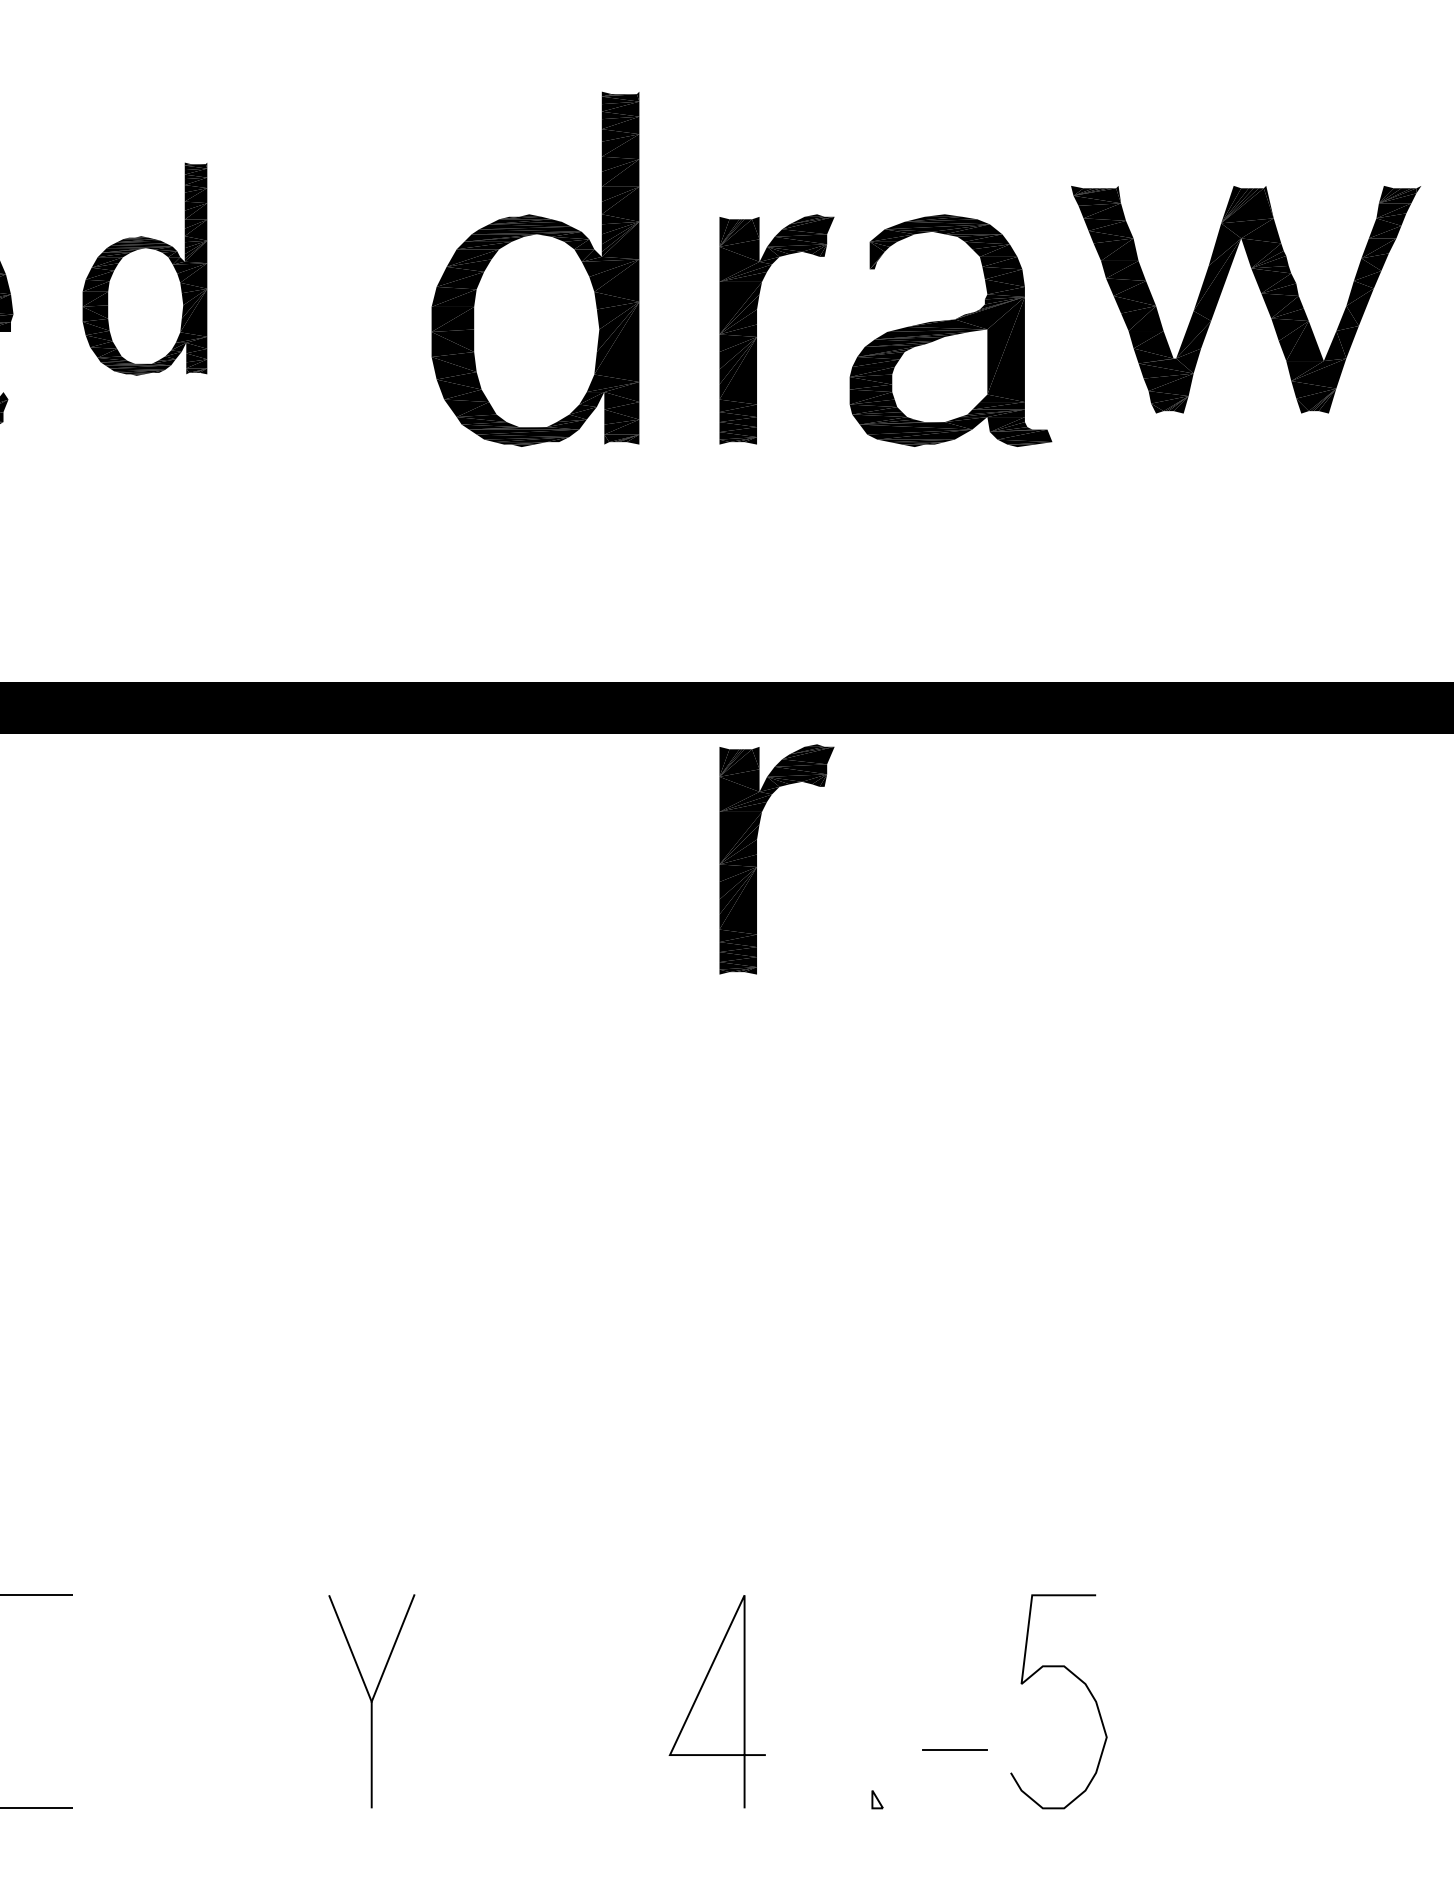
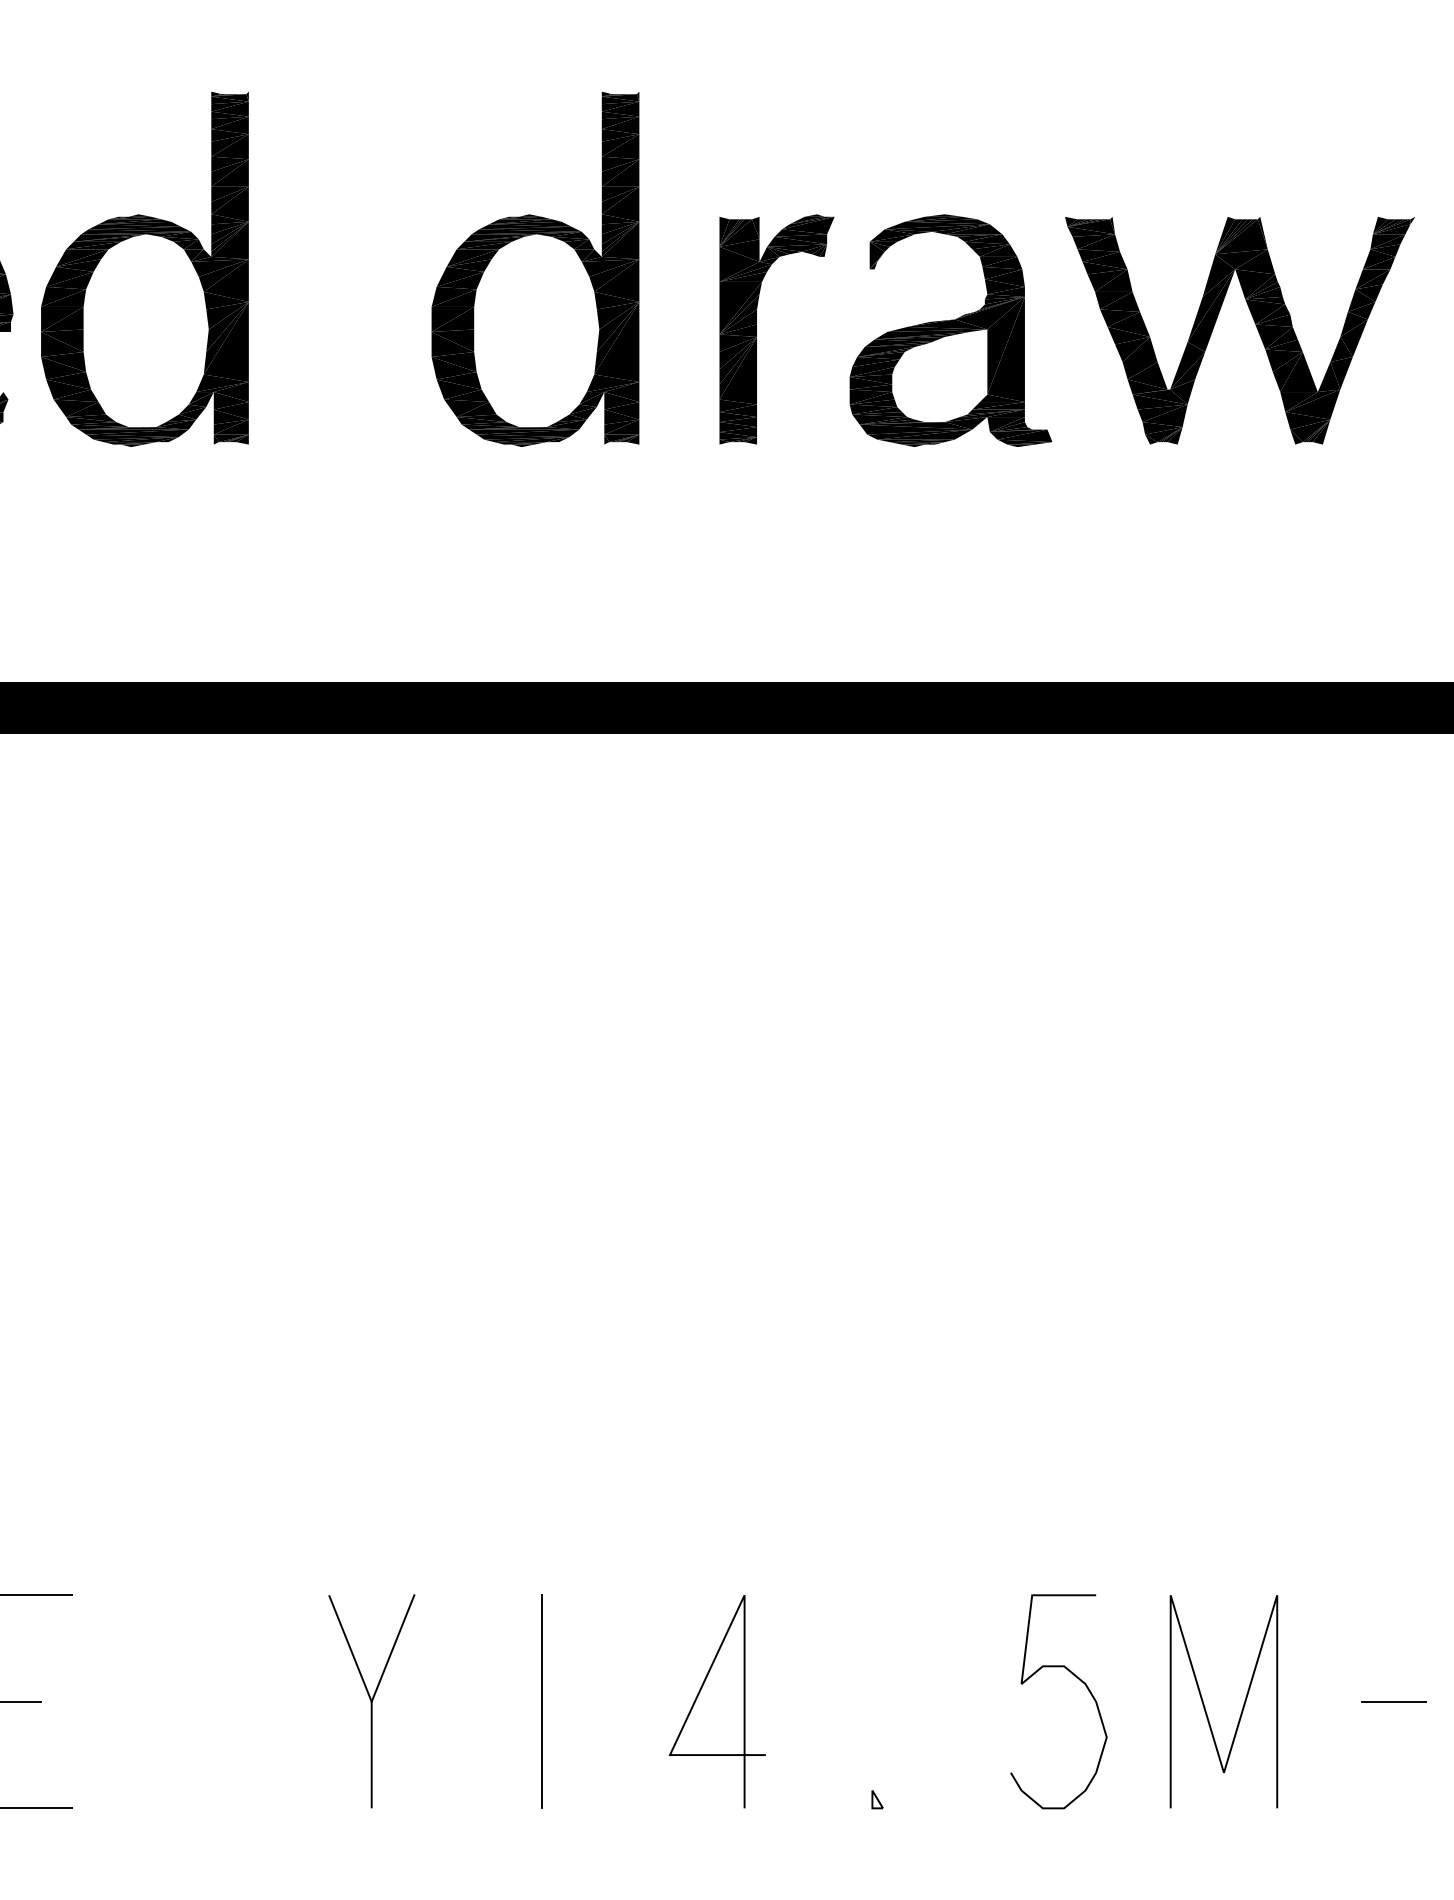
part at (144, 268) size: 126x214 px -> 208x356 px
part at (1260, 292) position: (1260, 292) -> (1254, 323)
part at (756, 859): present -> none
line at (21, 1701): none -> present
line at (542, 1701): none -> present
line at (1205, 1707): none -> present
line at (954, 1749) position: (954, 1749) -> (1393, 1701)
